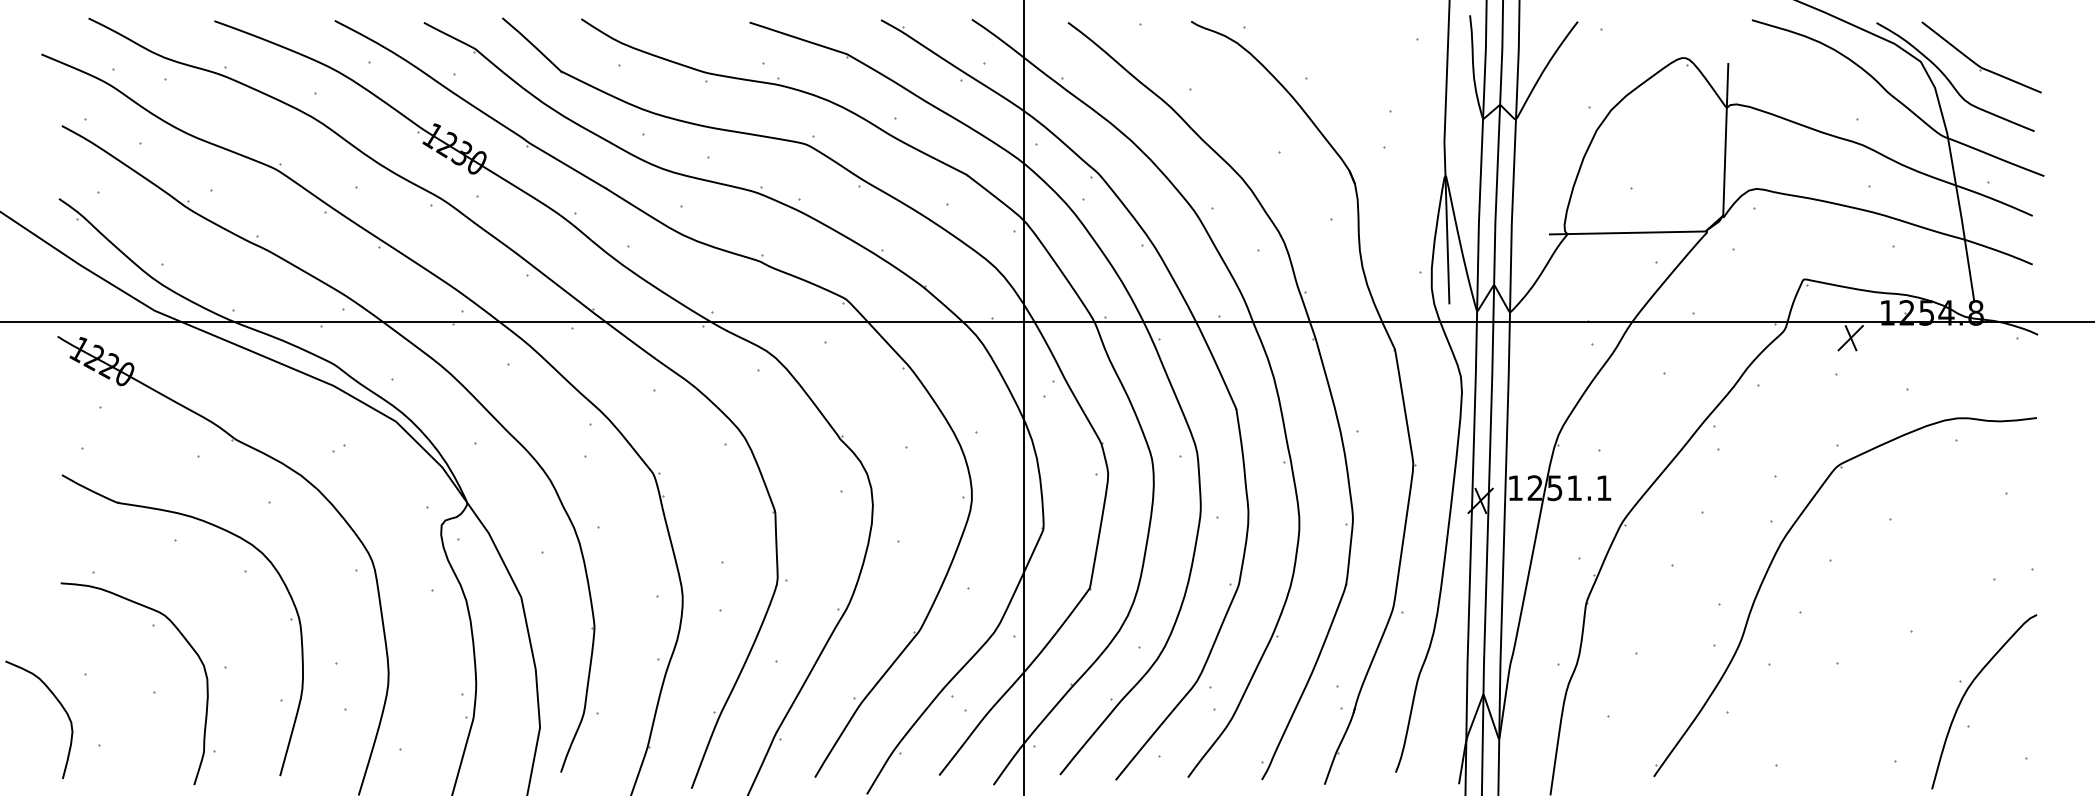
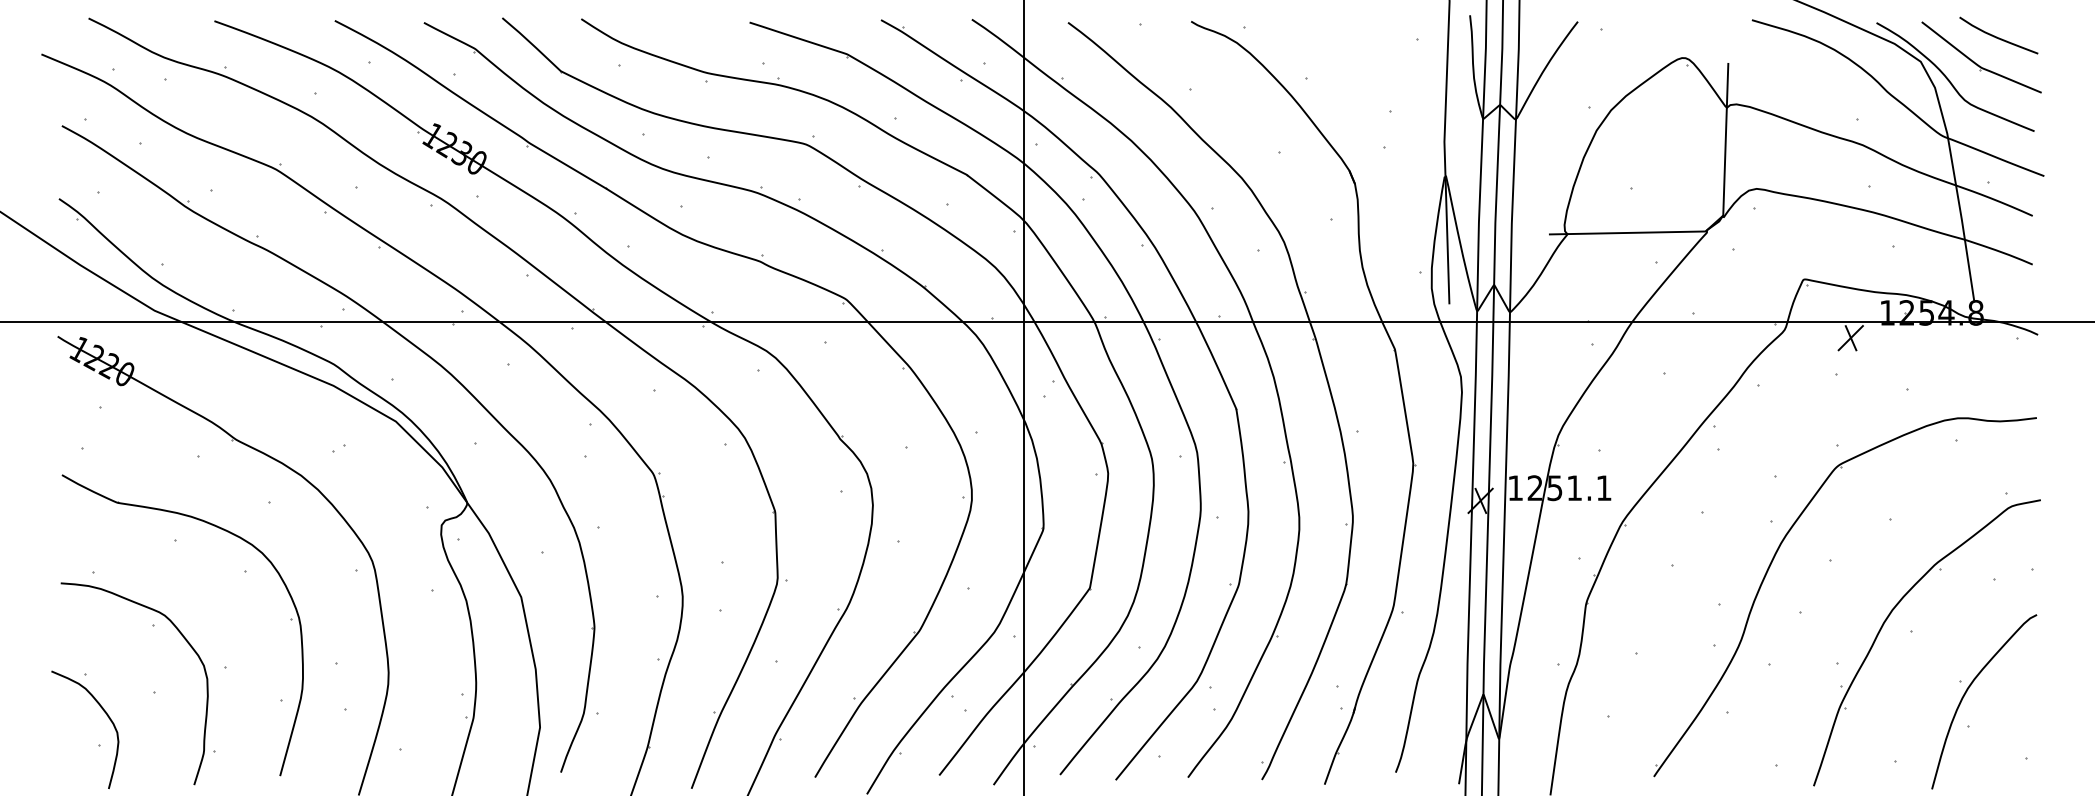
curve at (1997, 36): none -> present
part at (1886, 621): none -> present
curve at (60, 705) position: (60, 705) -> (106, 715)
